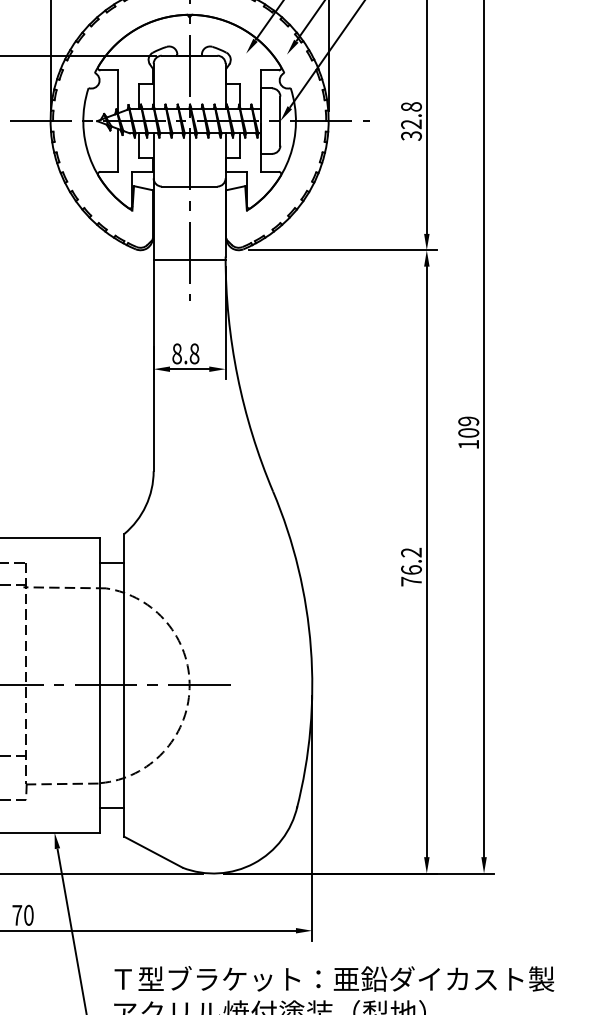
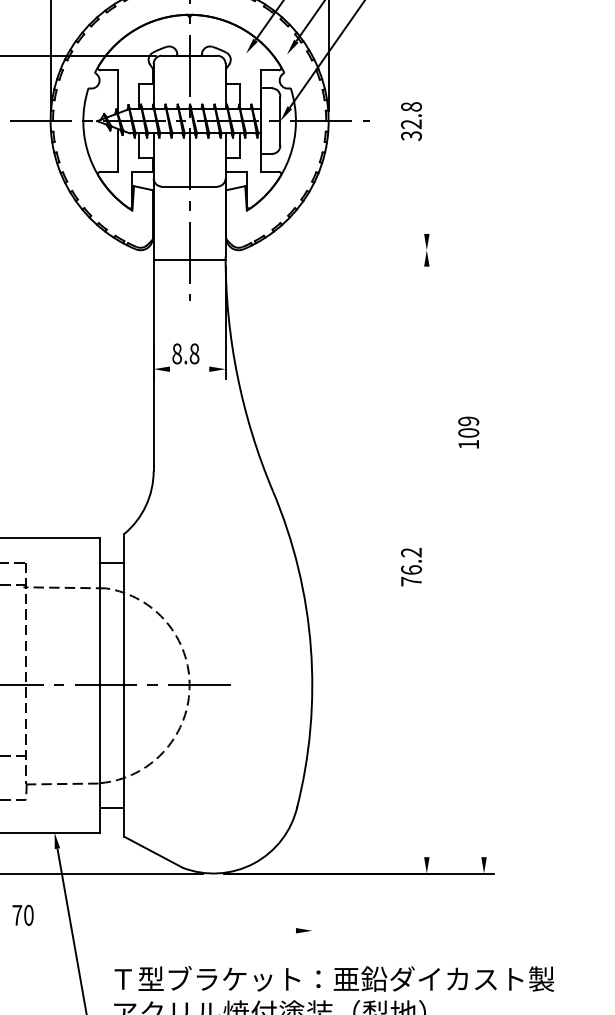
line at (426, 117): present -> none
line at (342, 250): present -> none
line at (189, 369): present -> none
line at (484, 429): present -> none
line at (426, 561): present -> none
line at (312, 817): present -> none
line at (148, 930): present -> none
